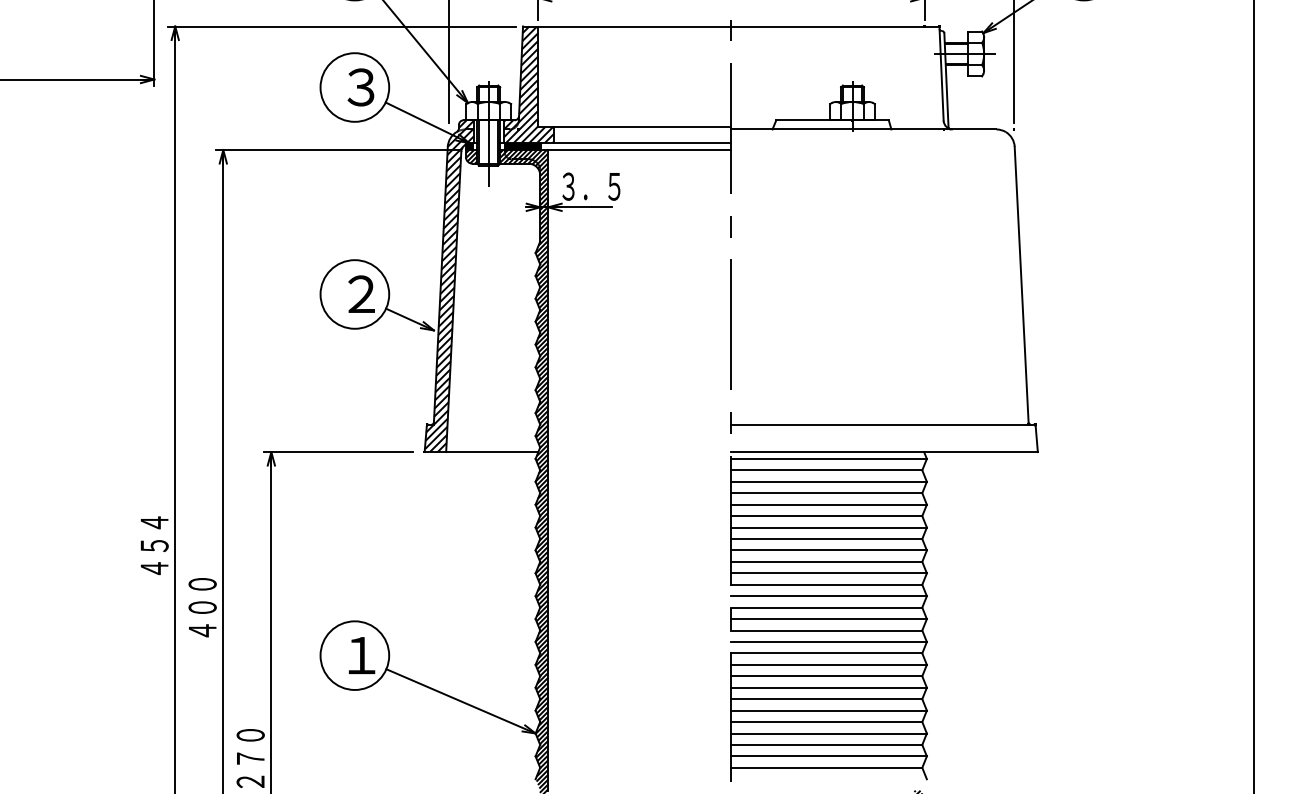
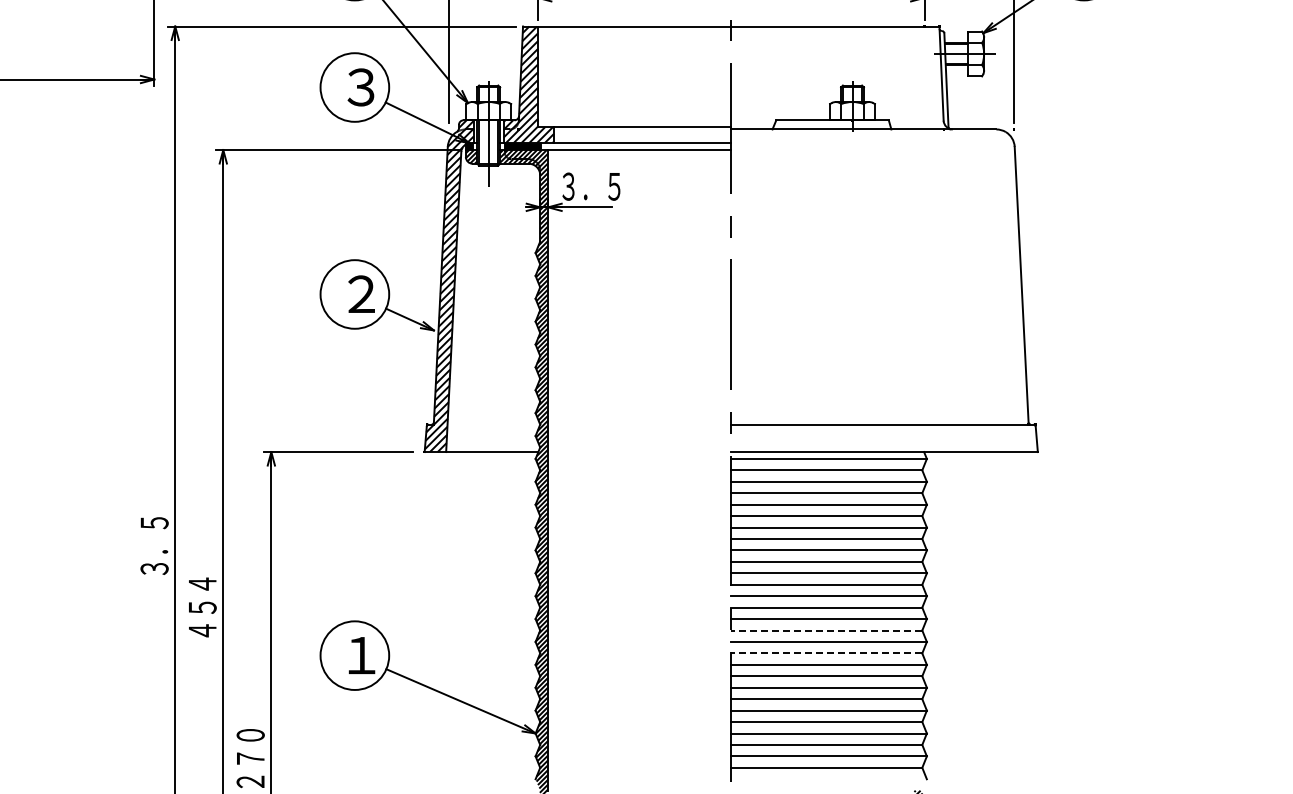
line at (1254, 396): present -> none
text at (154, 545): ４５４ -> ３．５
text at (202, 595): ４００ -> ４５４
line at (826, 630): solid -> dashed
line at (826, 653): solid -> dashed
